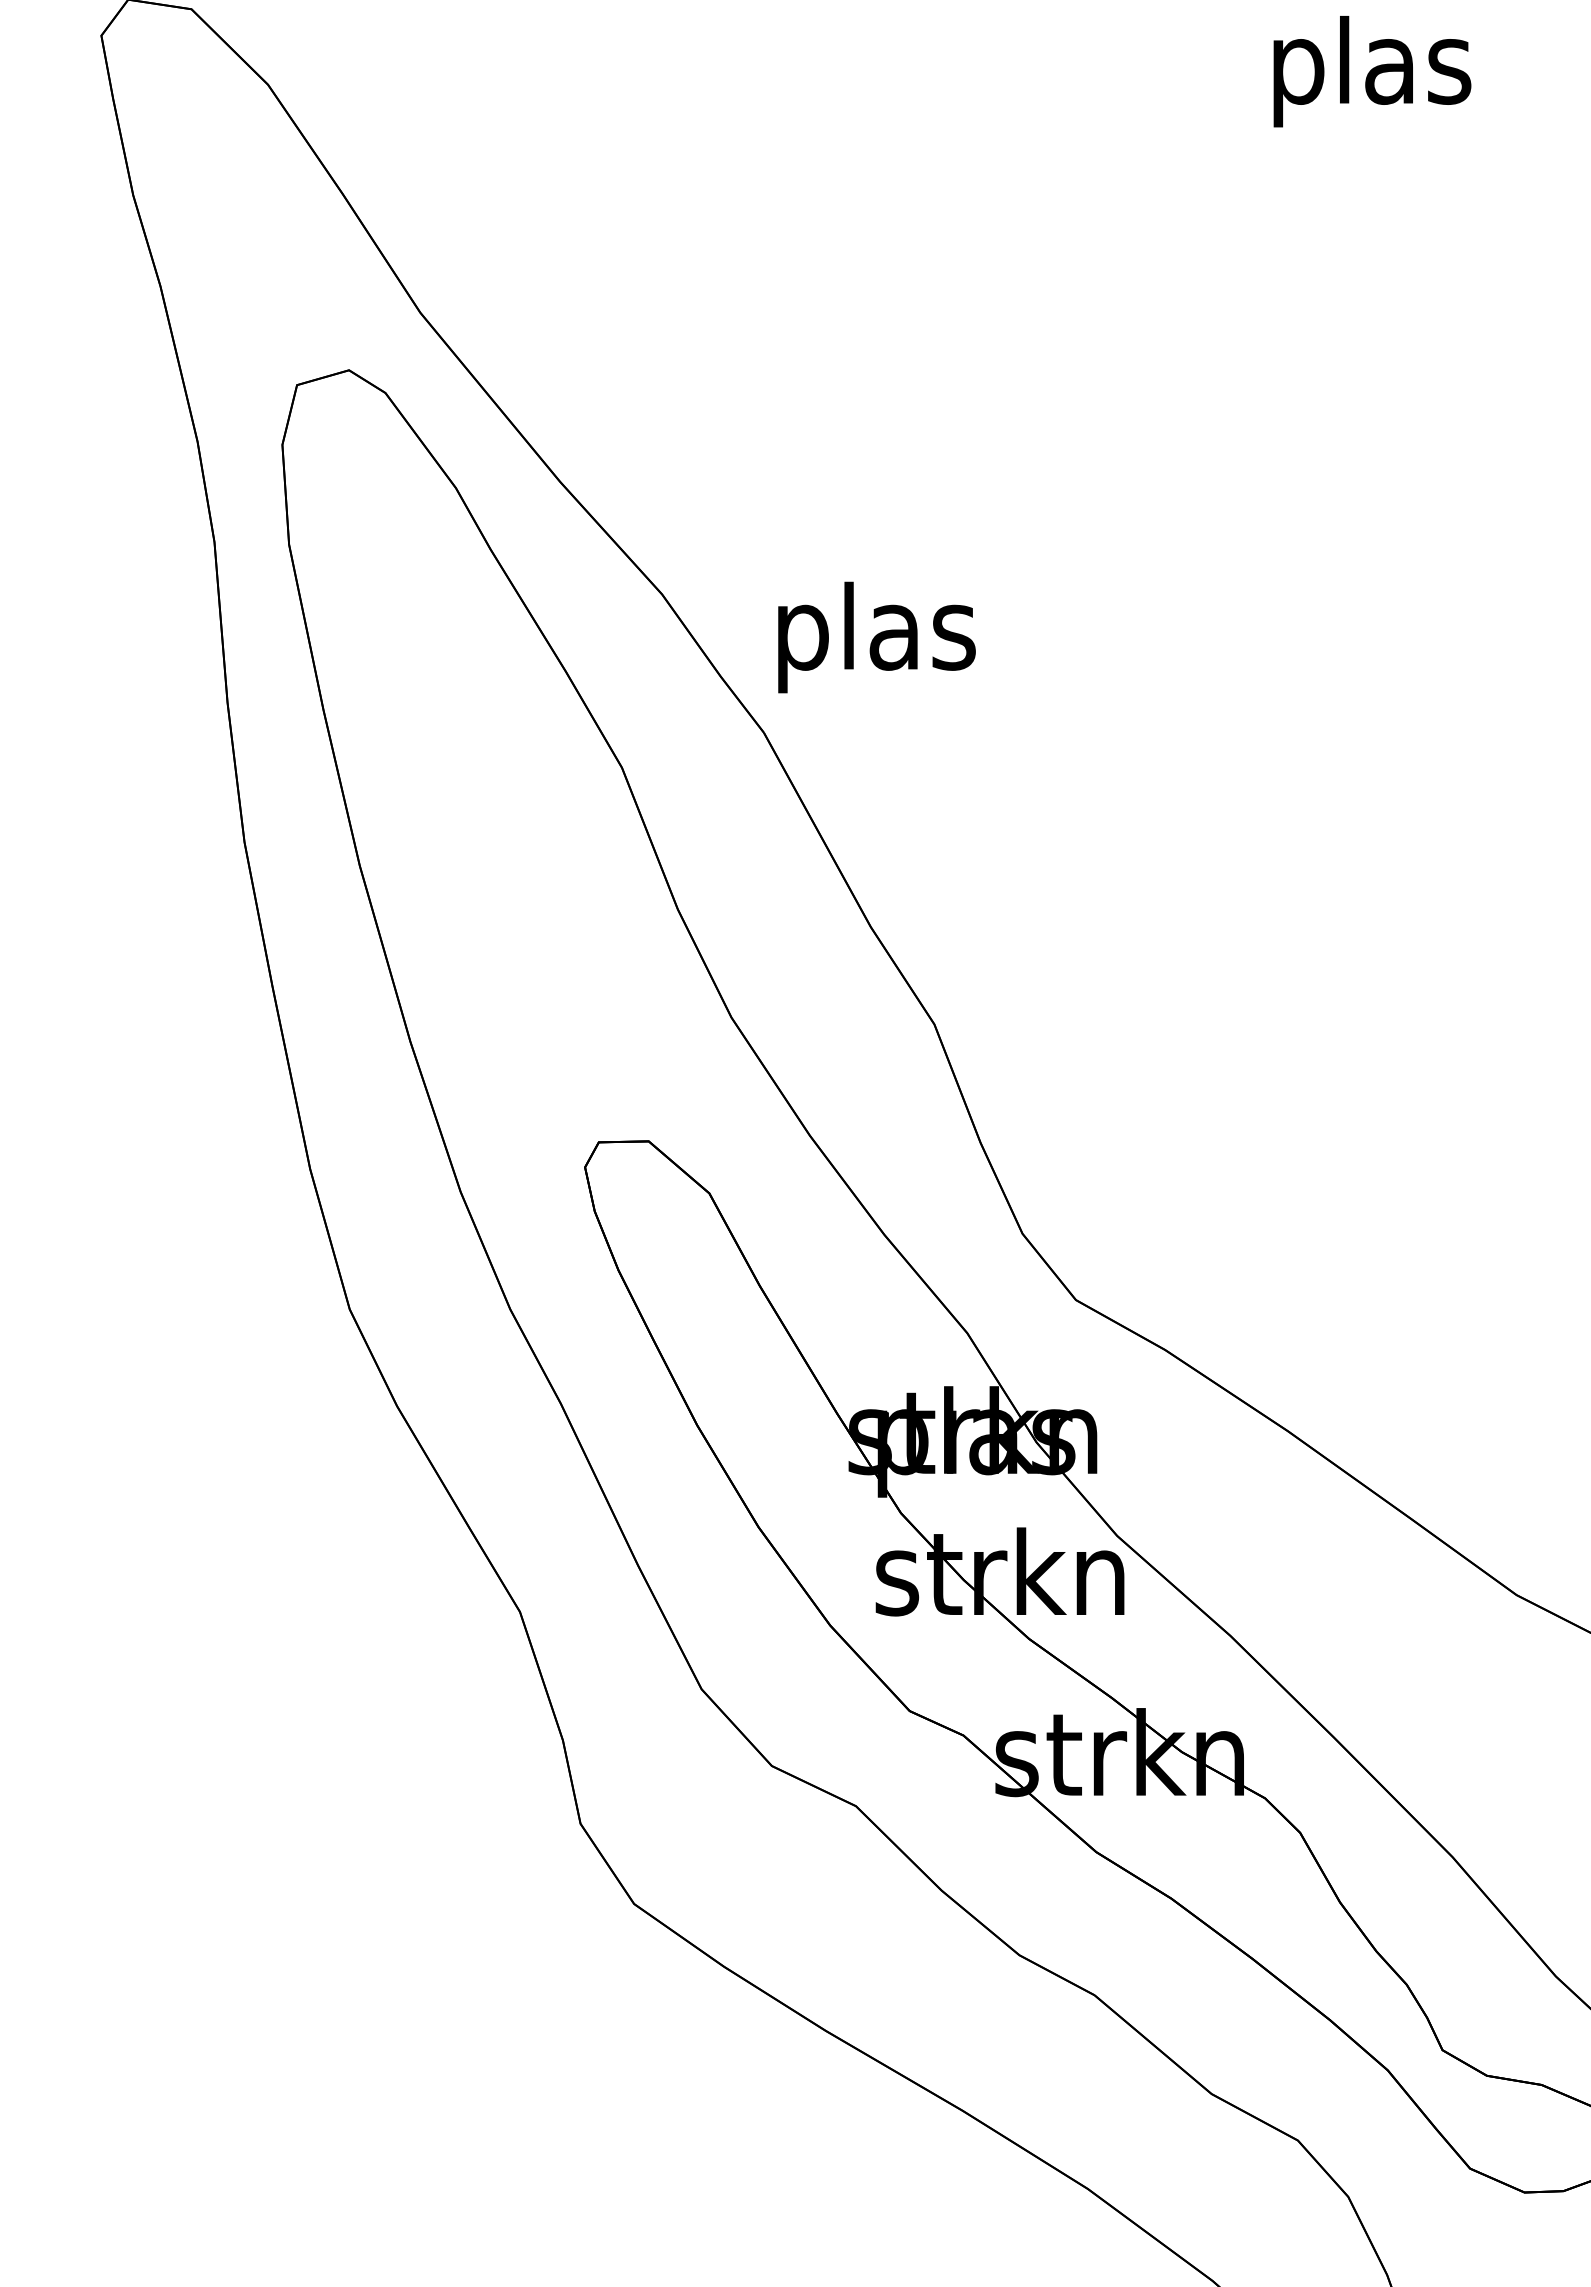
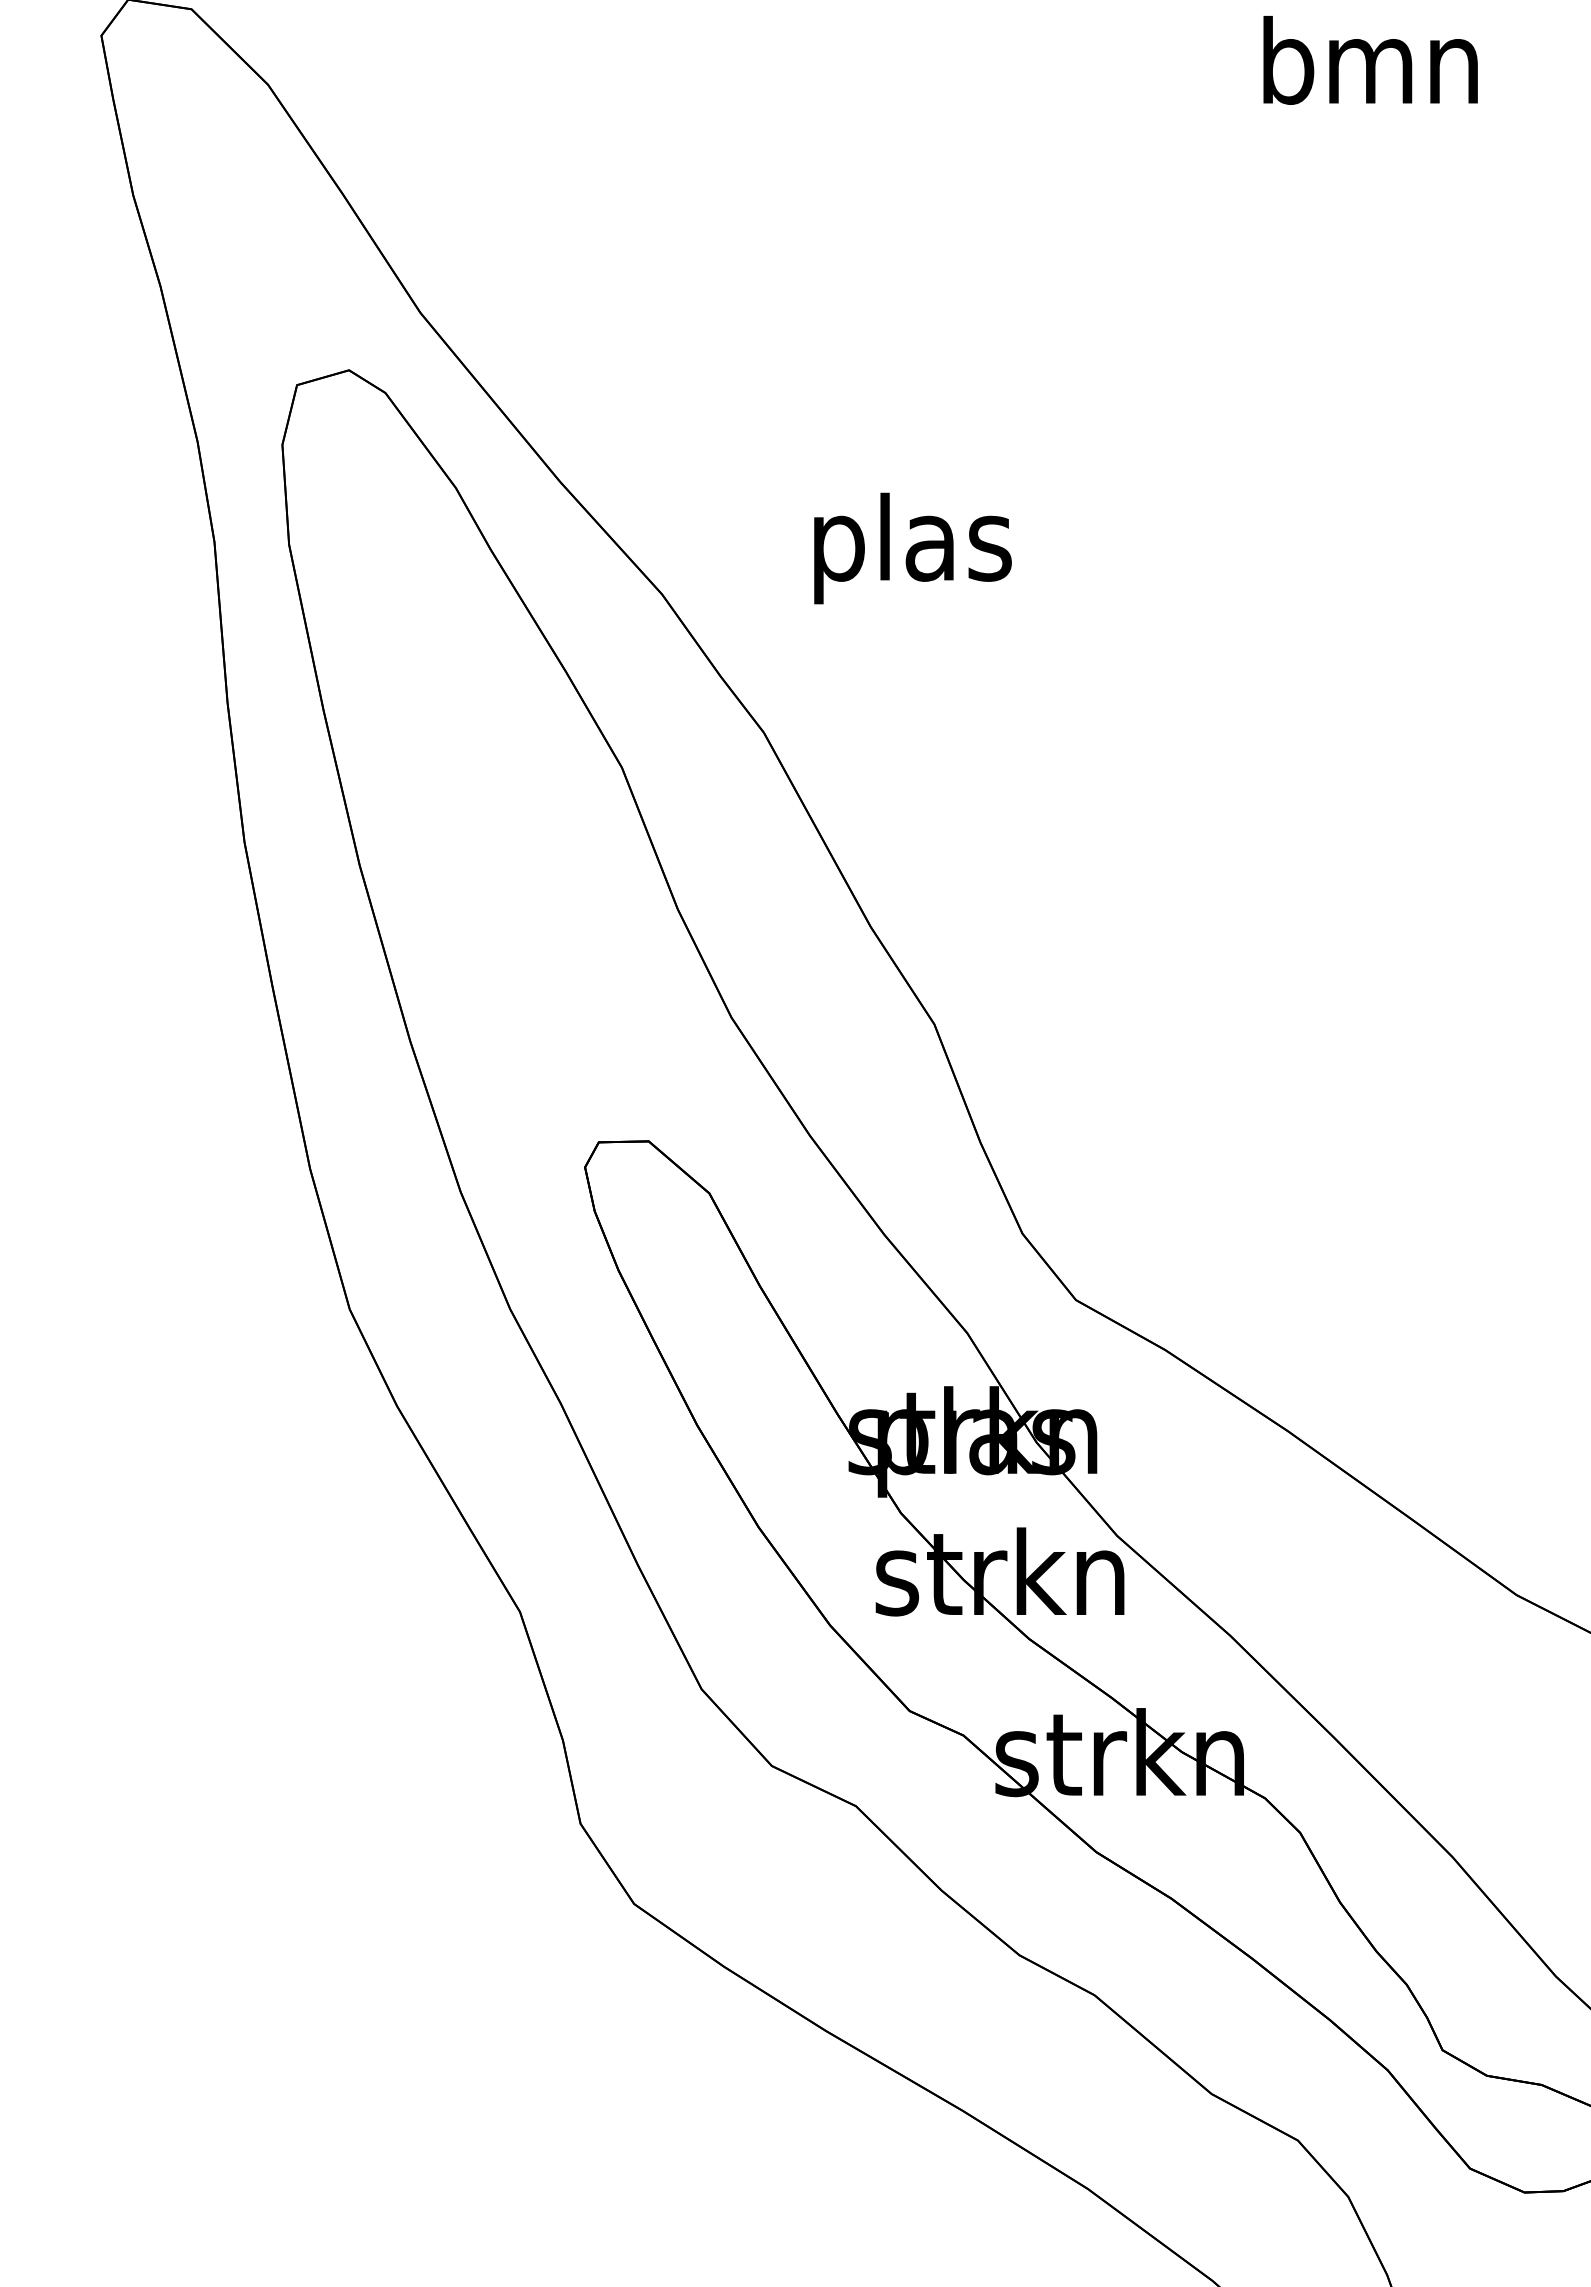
text at (1370, 71): plas -> bmn
text at (876, 637) position: (876, 637) -> (912, 548)
